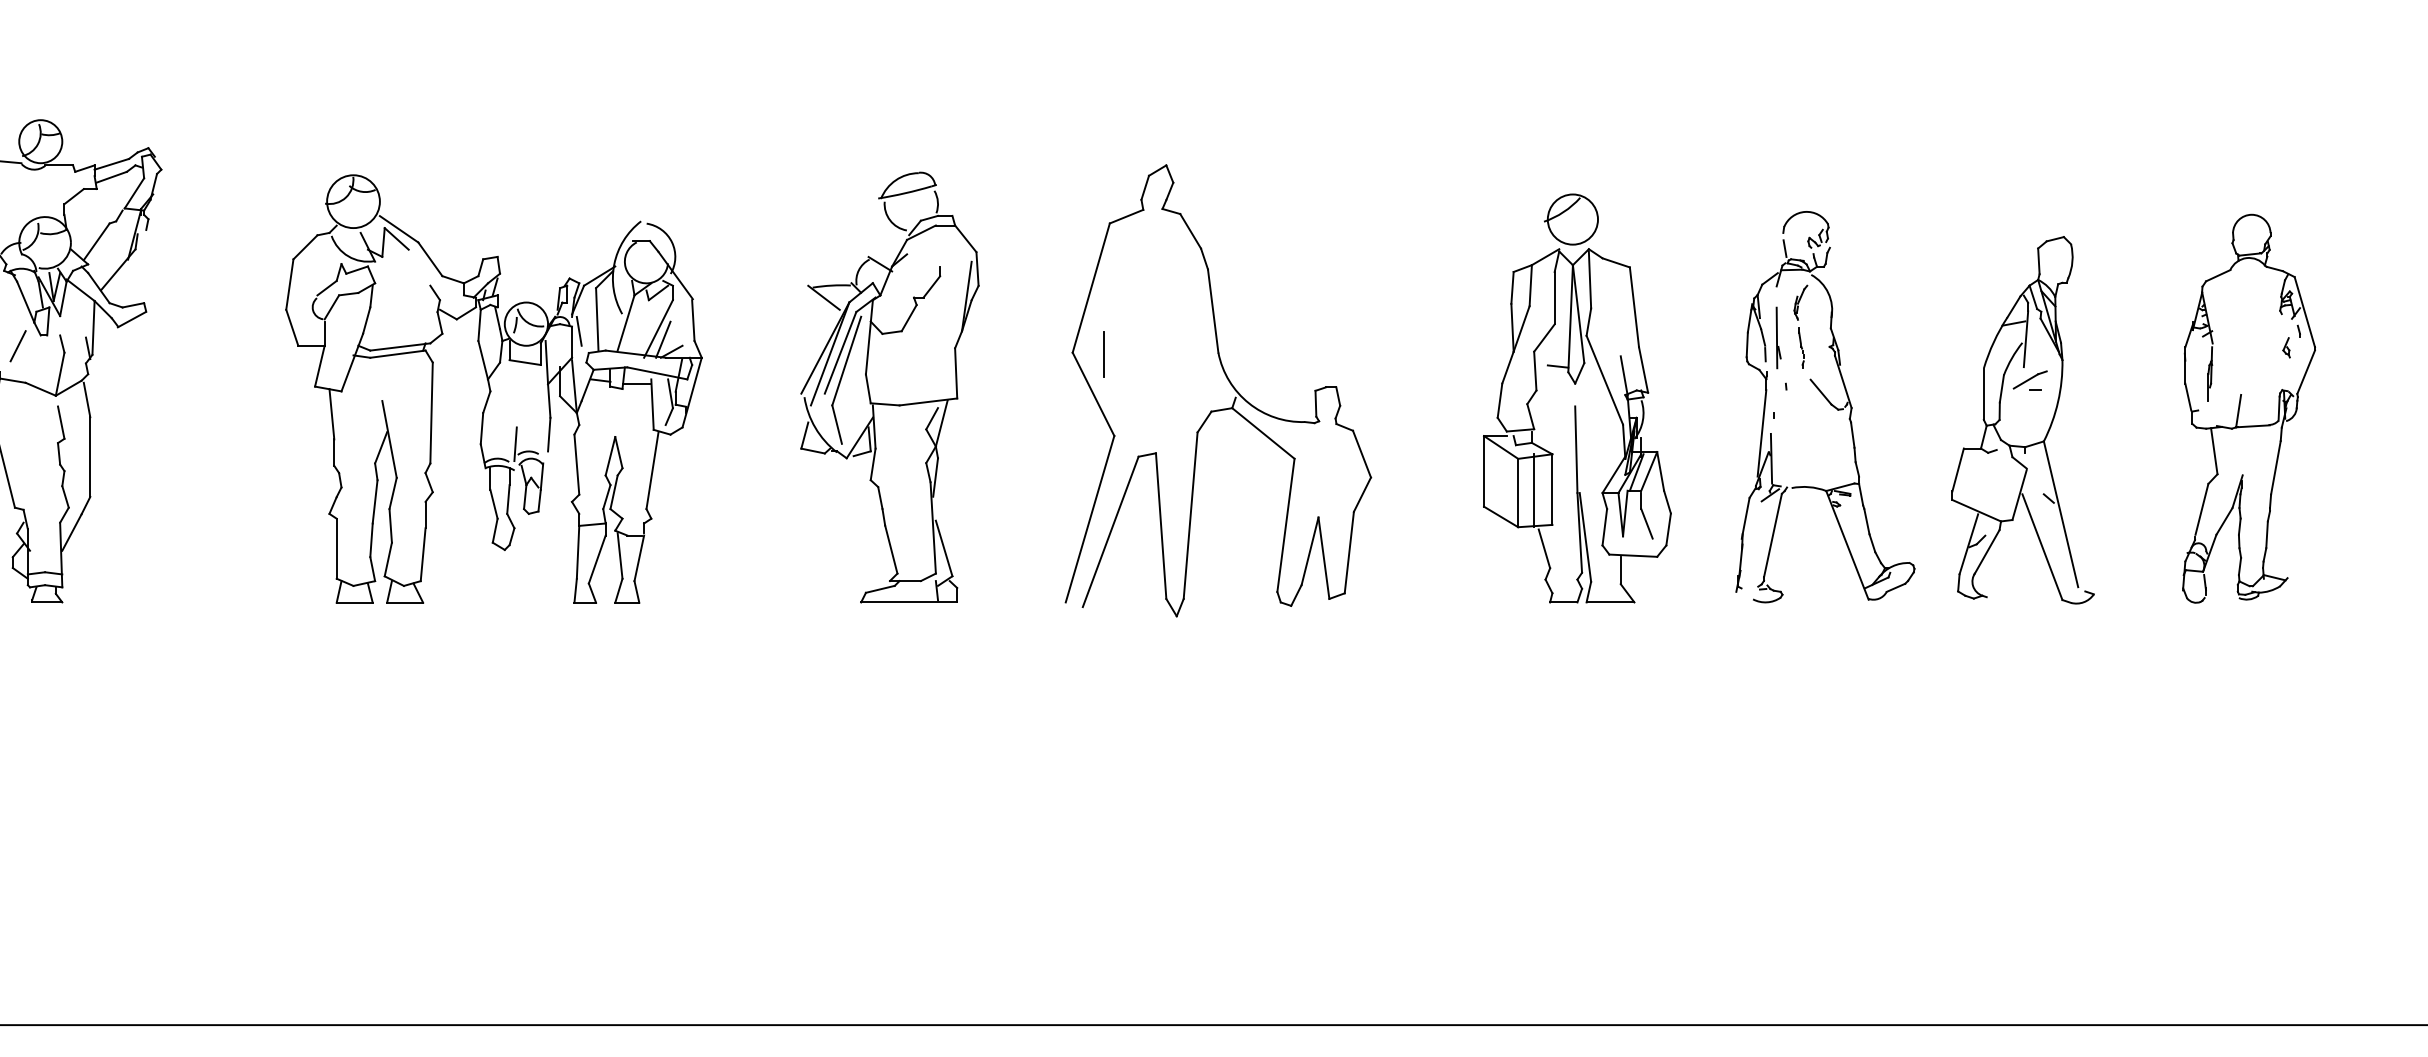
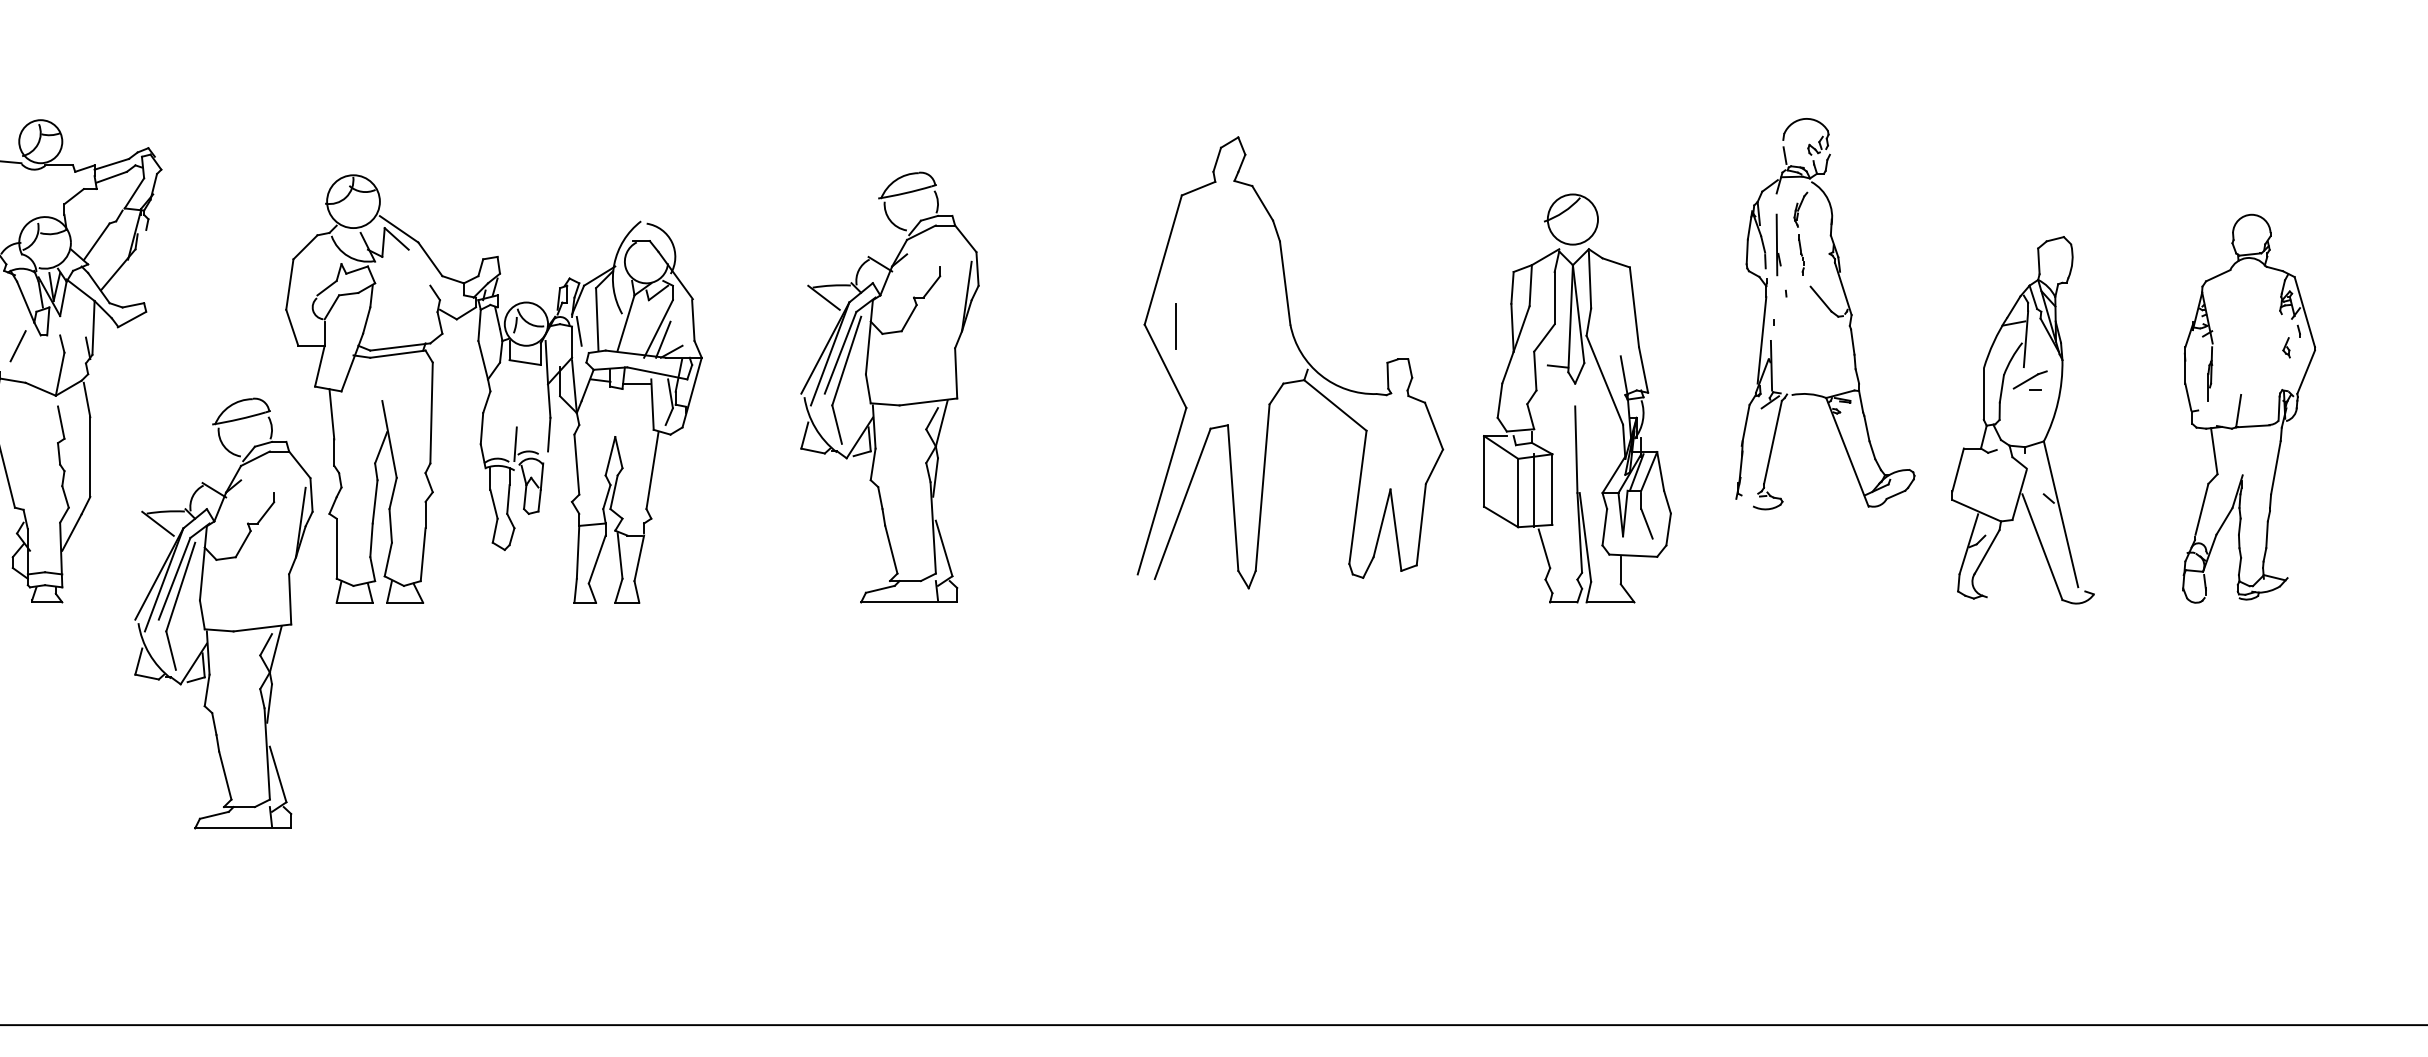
part at (1229, 383) position: (1229, 383) -> (1301, 355)
part at (1825, 407) position: (1825, 407) -> (1825, 314)
part at (223, 613): none -> present
